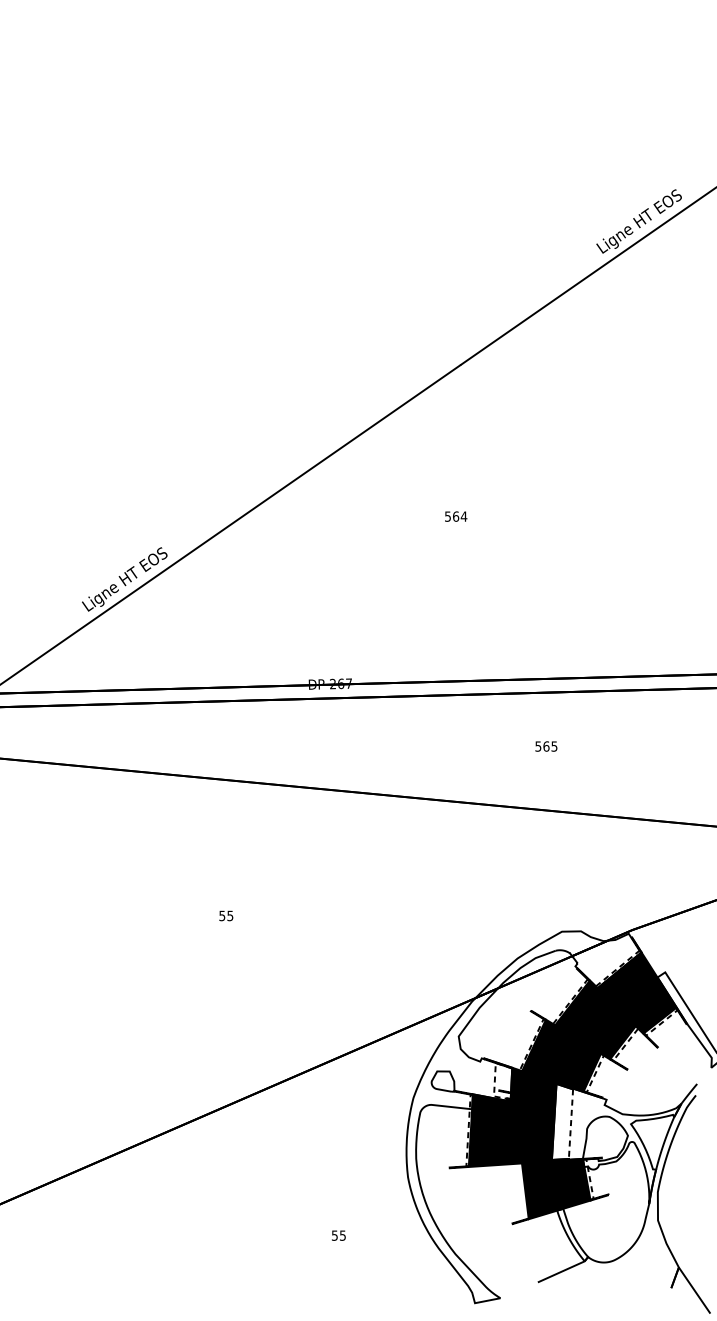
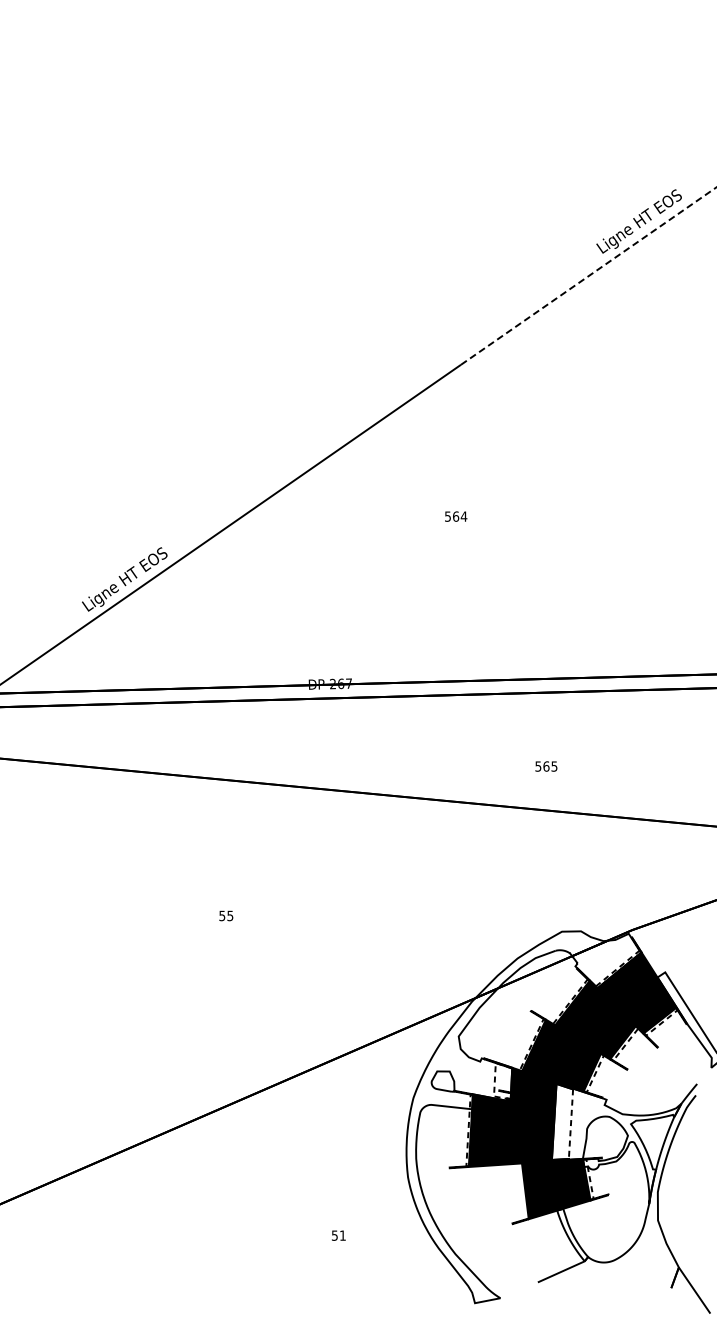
line at (588, 275): solid -> dashed
text at (546, 746) position: (546, 746) -> (546, 766)
text at (342, 1235): 55 -> 51
